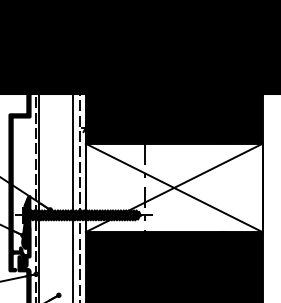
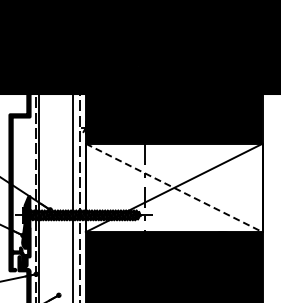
line at (174, 187): solid -> dashed
